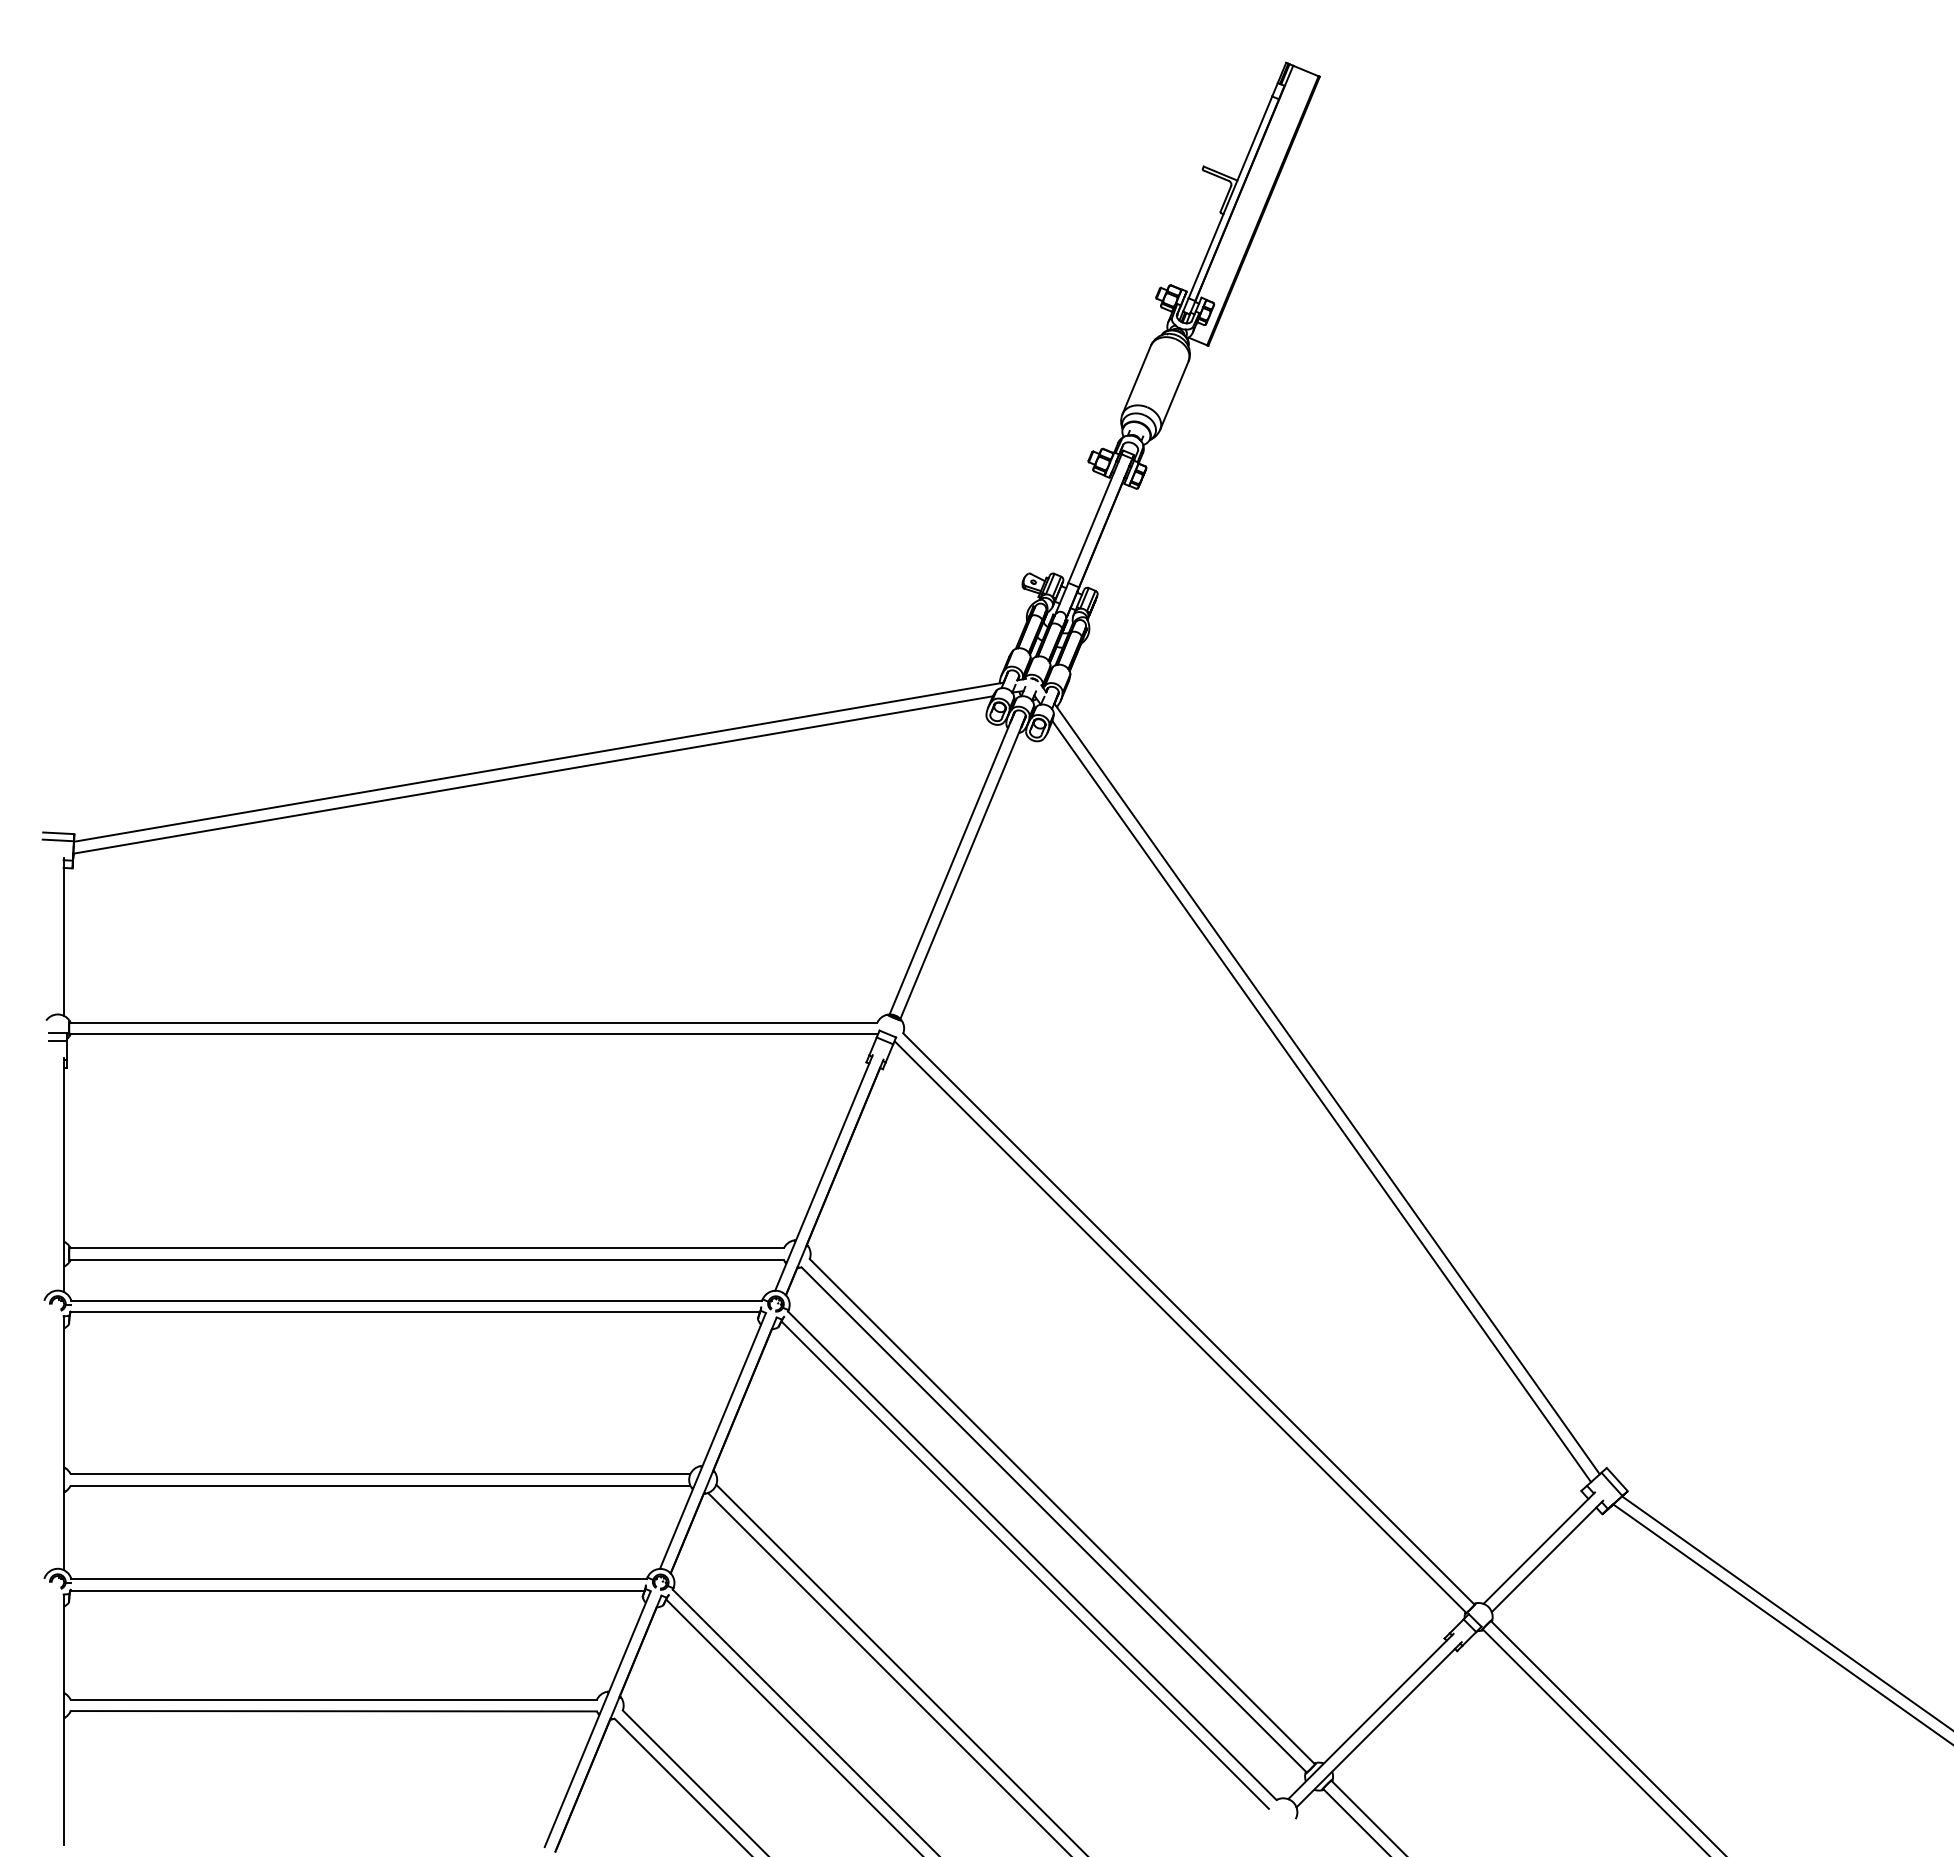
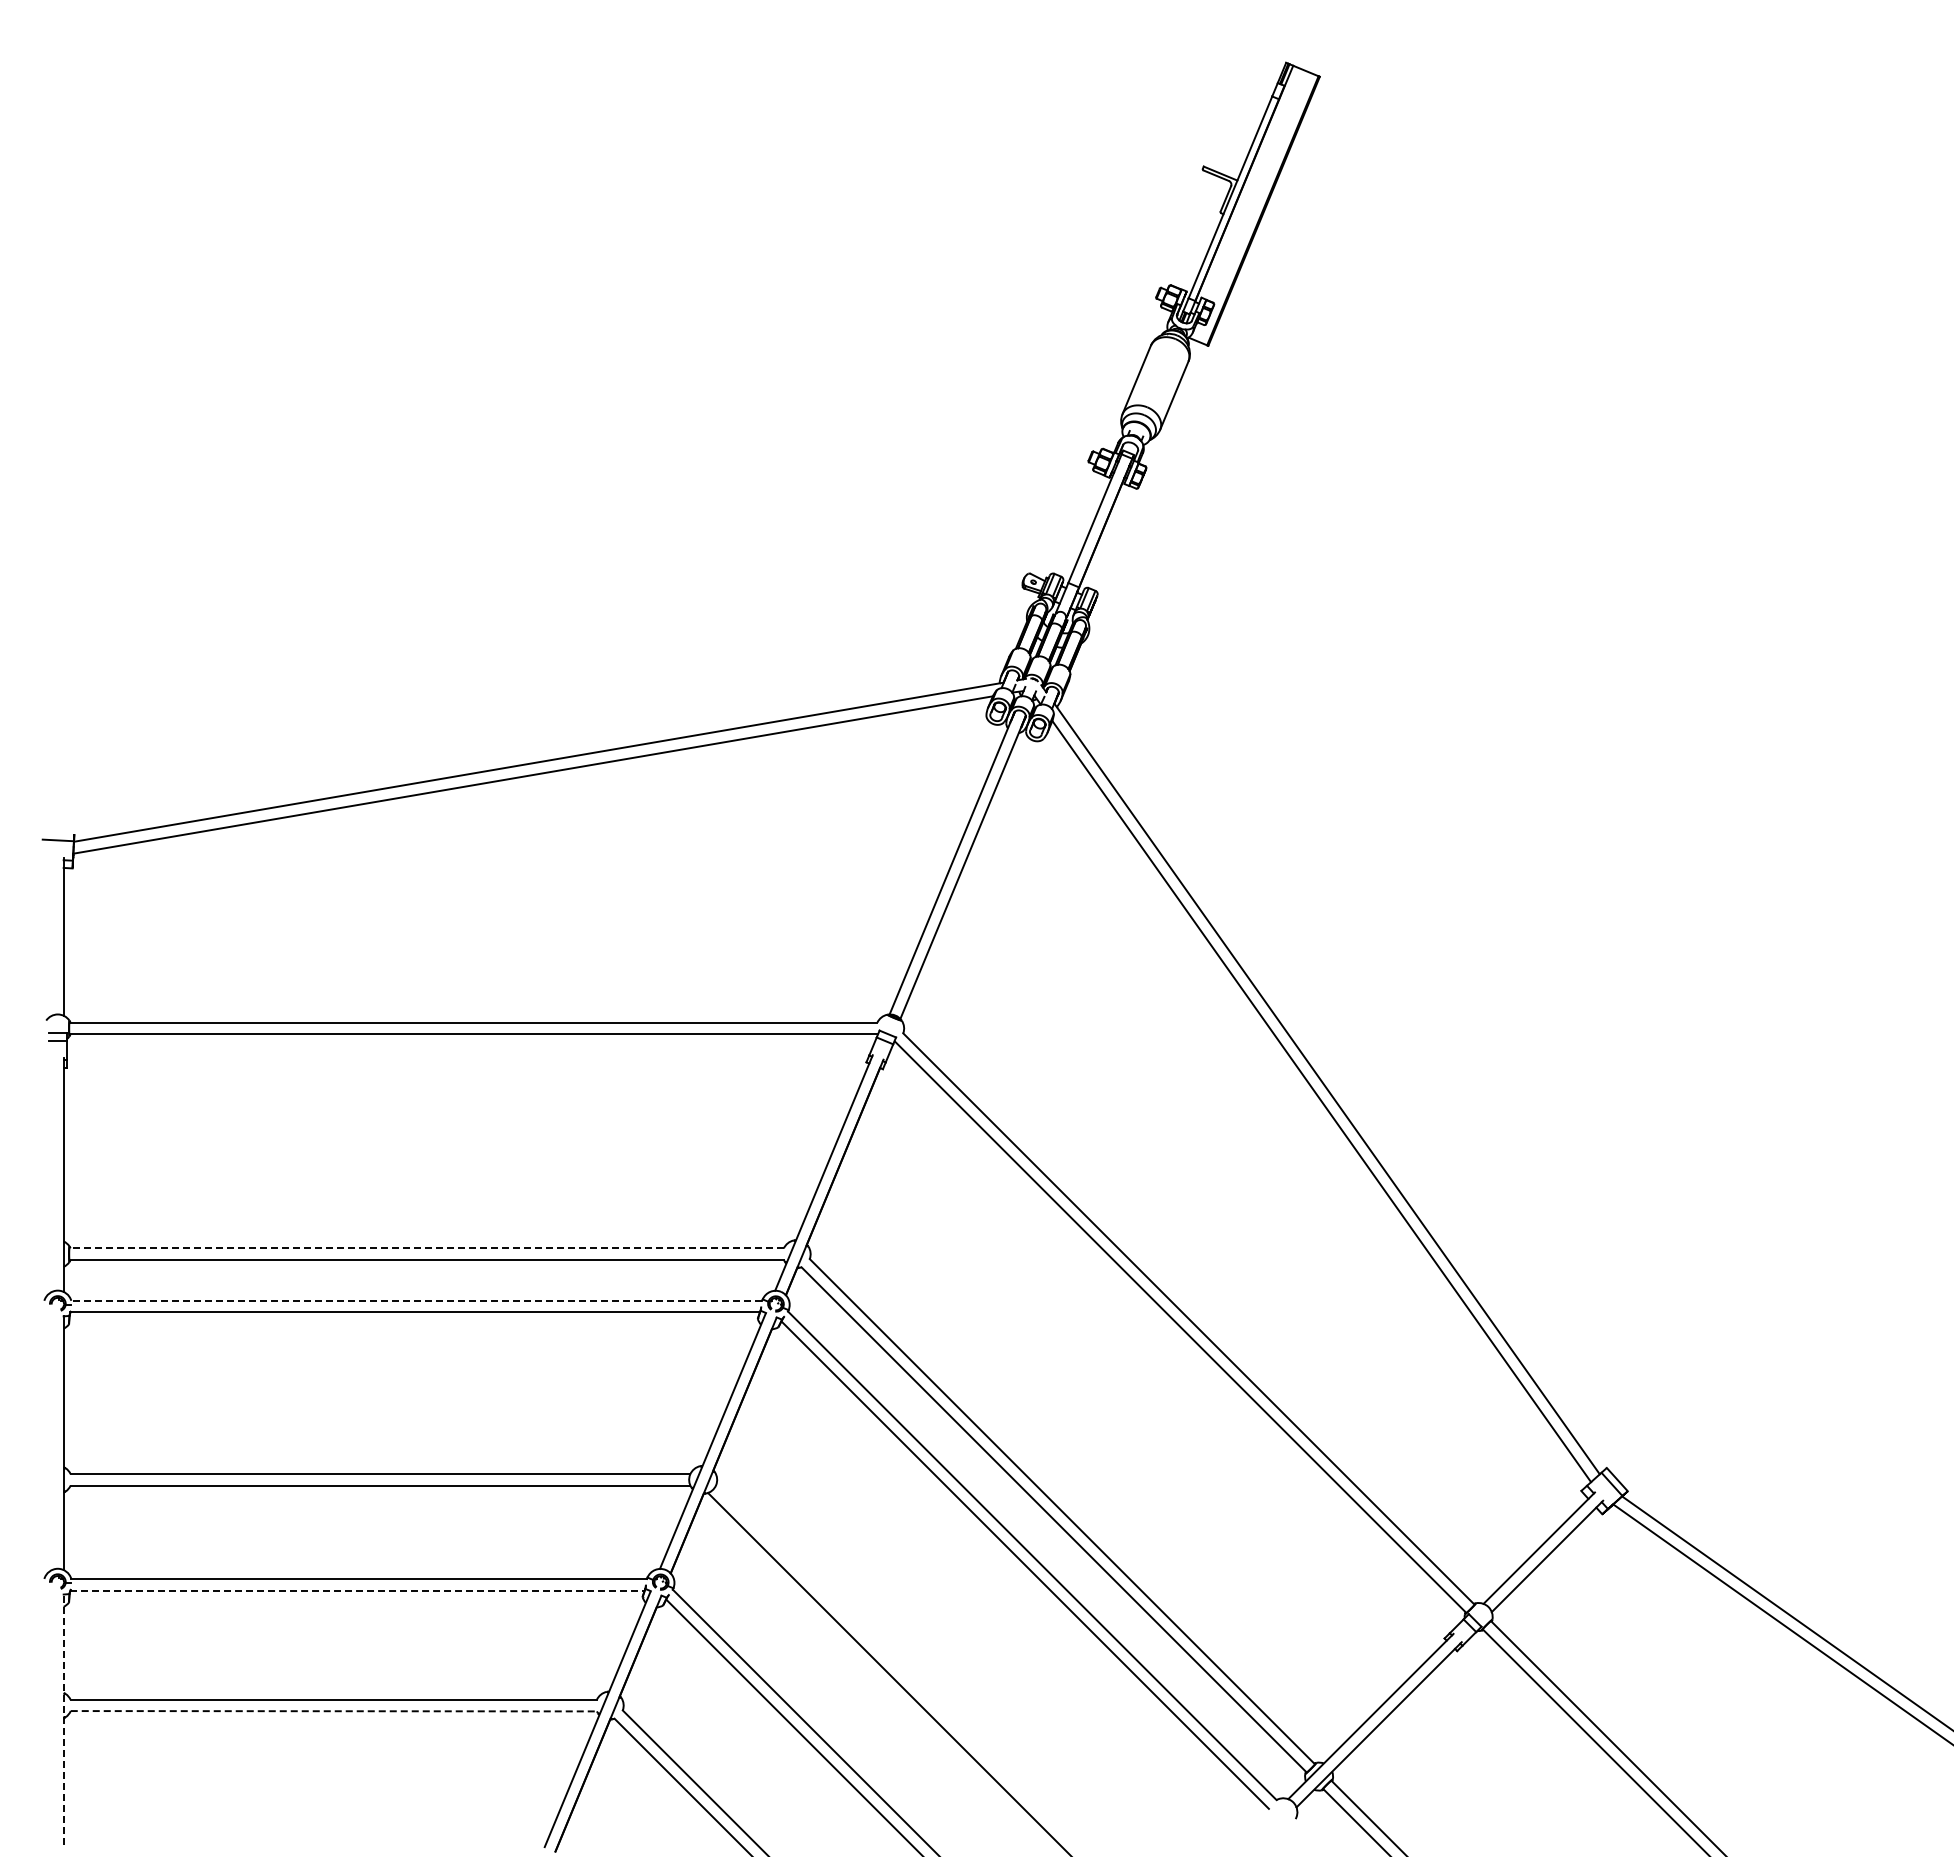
line at (58, 833): present -> none
line at (426, 1248): solid -> dashed
line at (416, 1300): solid -> dashed
line at (358, 1590): solid -> dashed
line at (900, 1668): present -> none
line at (334, 1711): solid -> dashed
line at (63, 1719): solid -> dashed
